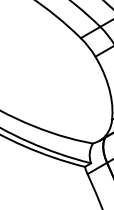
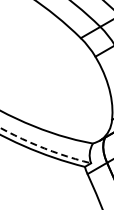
arc at (44, 148): solid -> dashed
